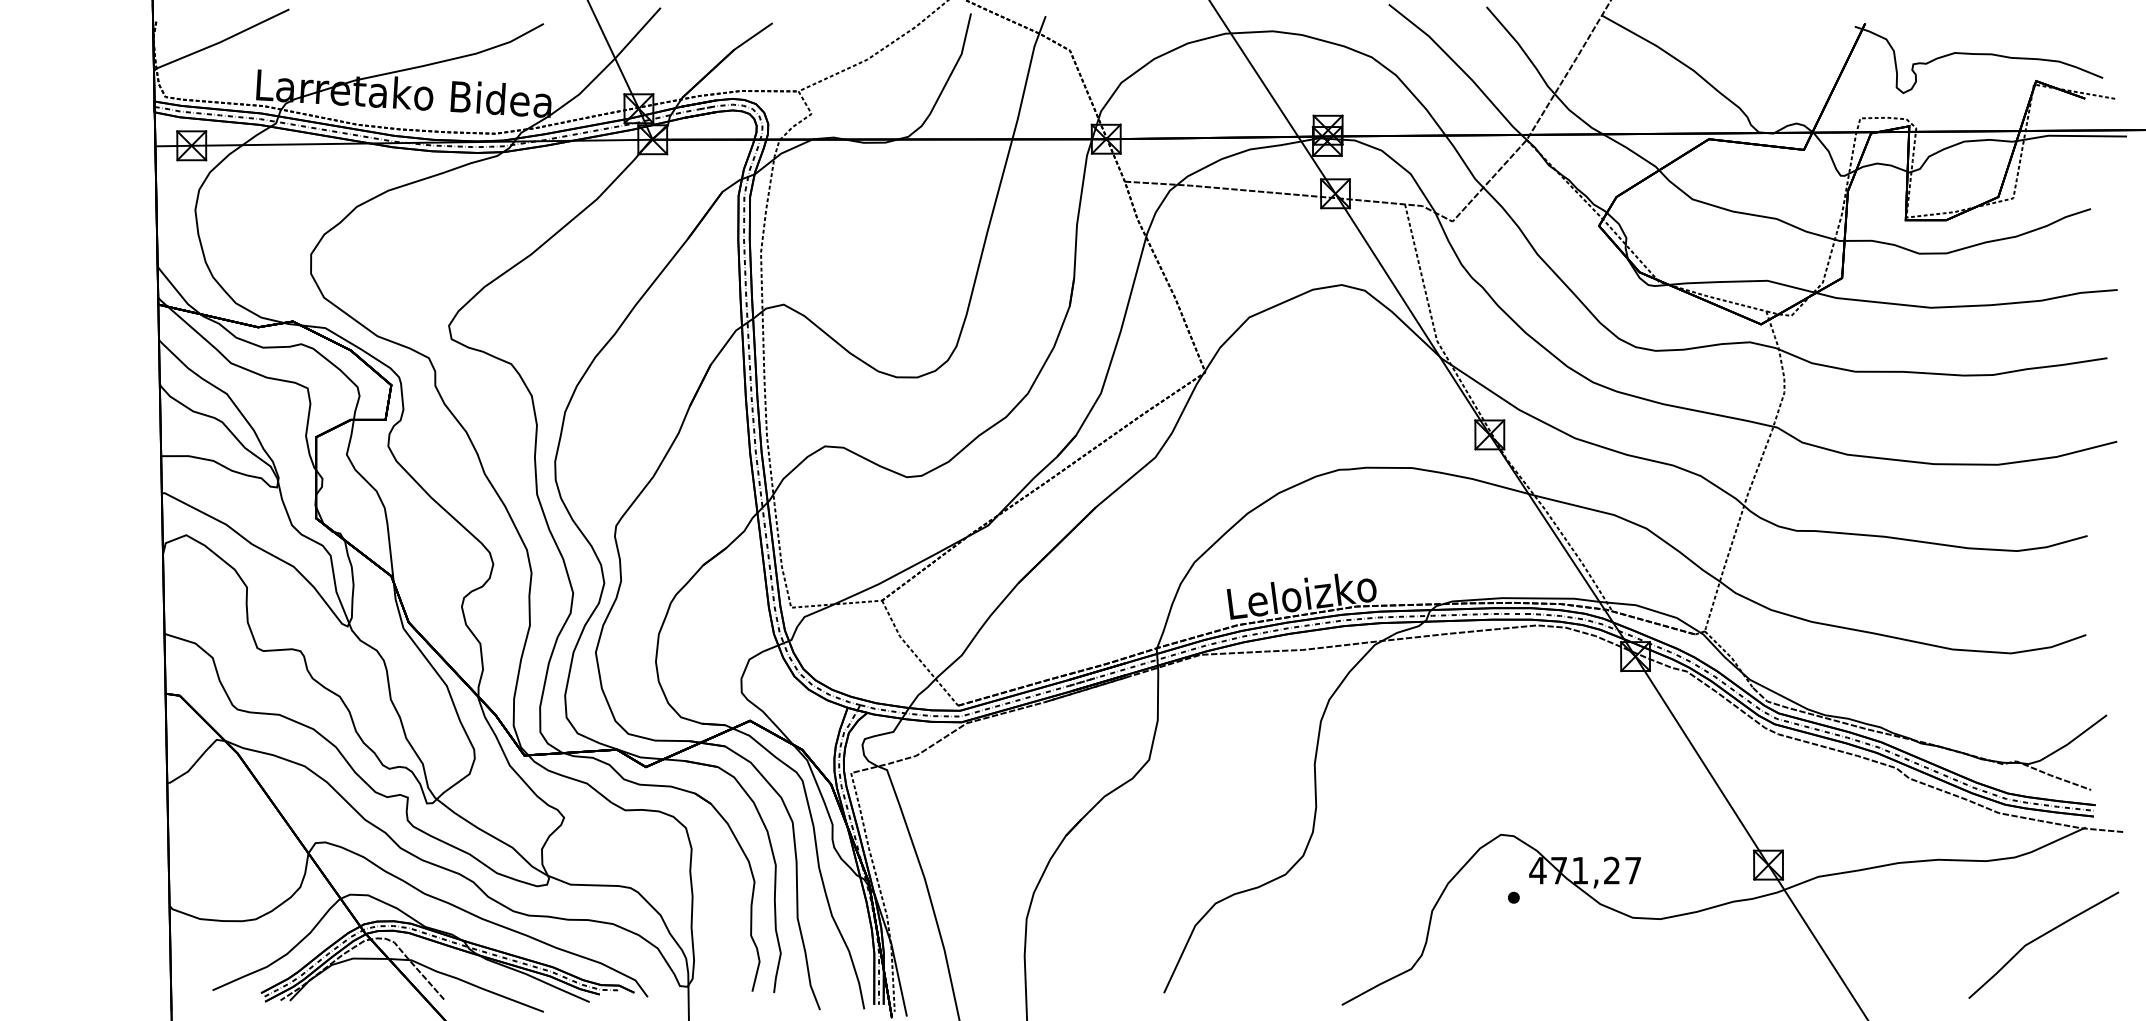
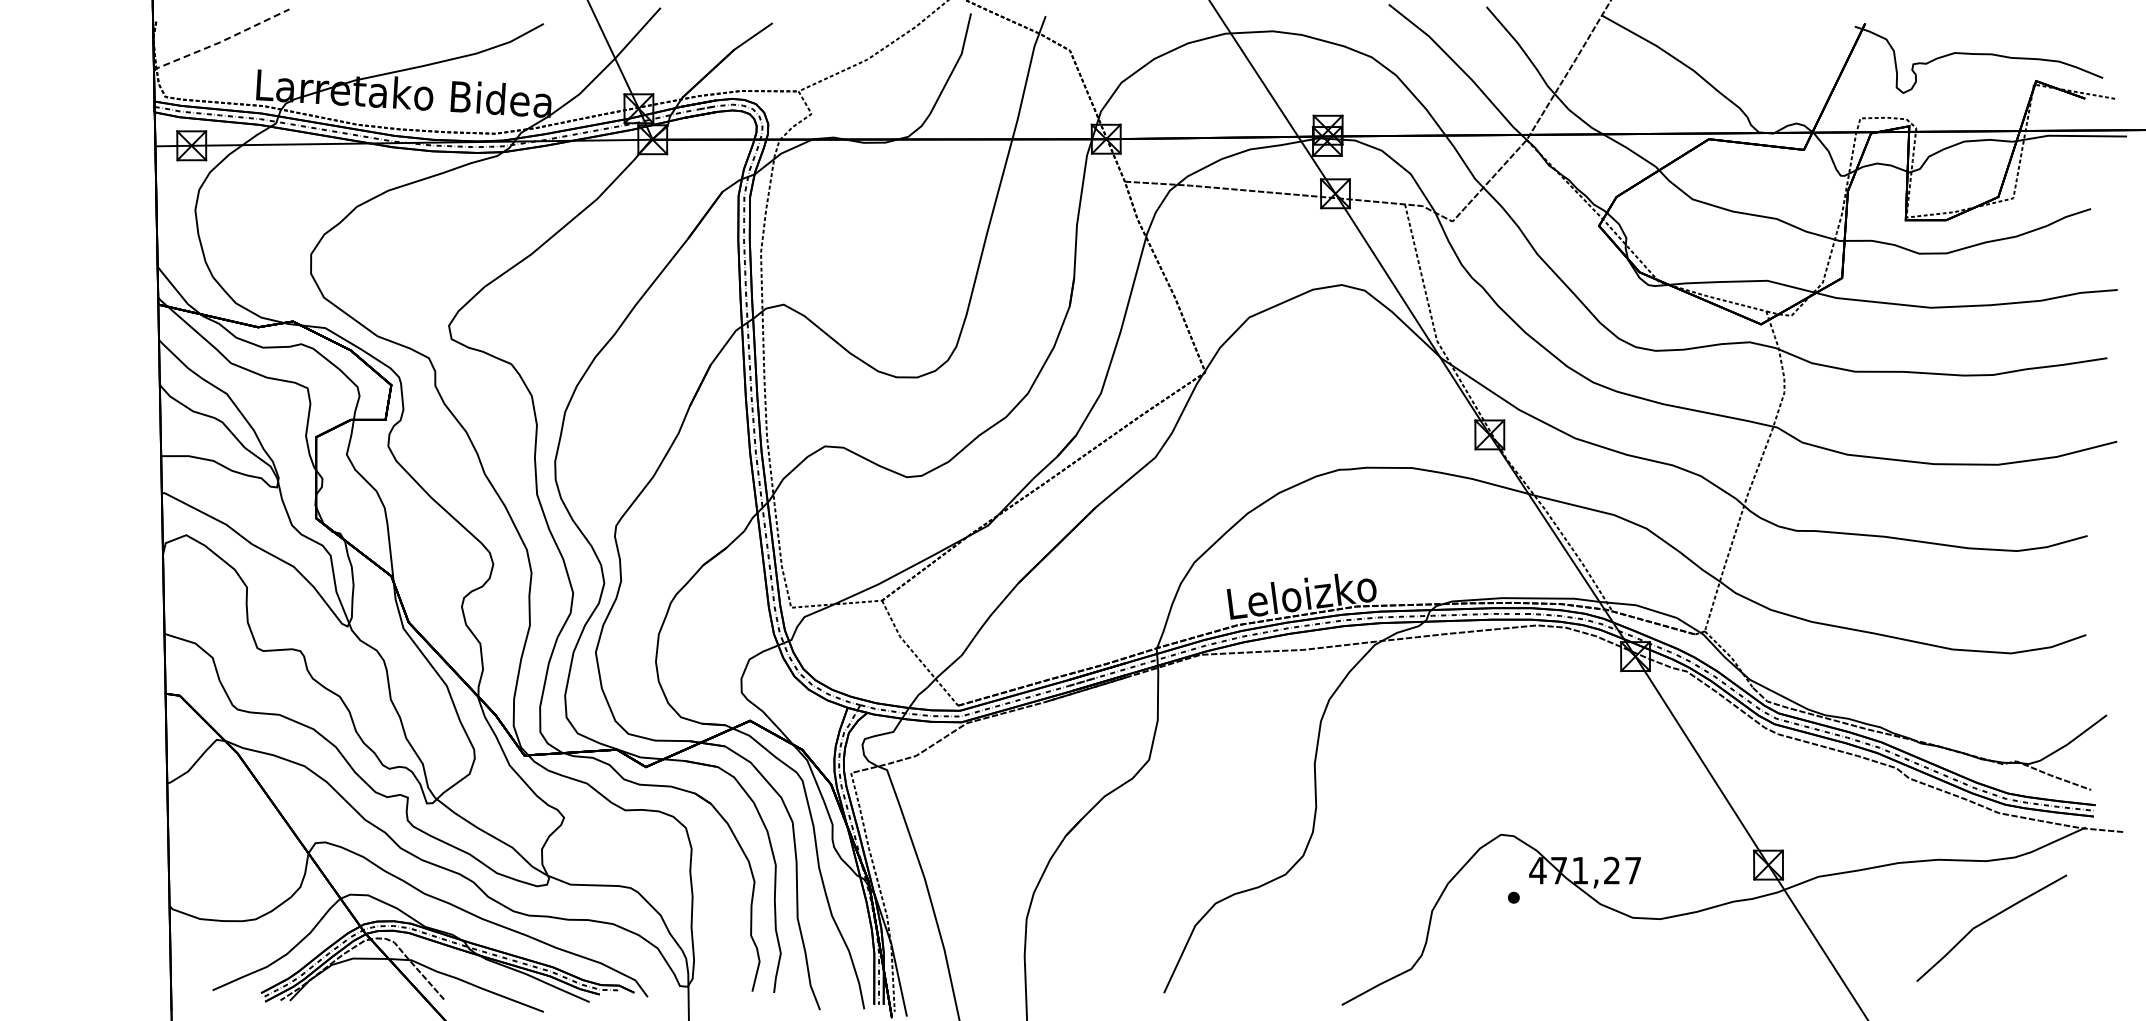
line at (221, 41): solid -> dashed
line at (2039, 938) position: (2039, 938) -> (1987, 921)
